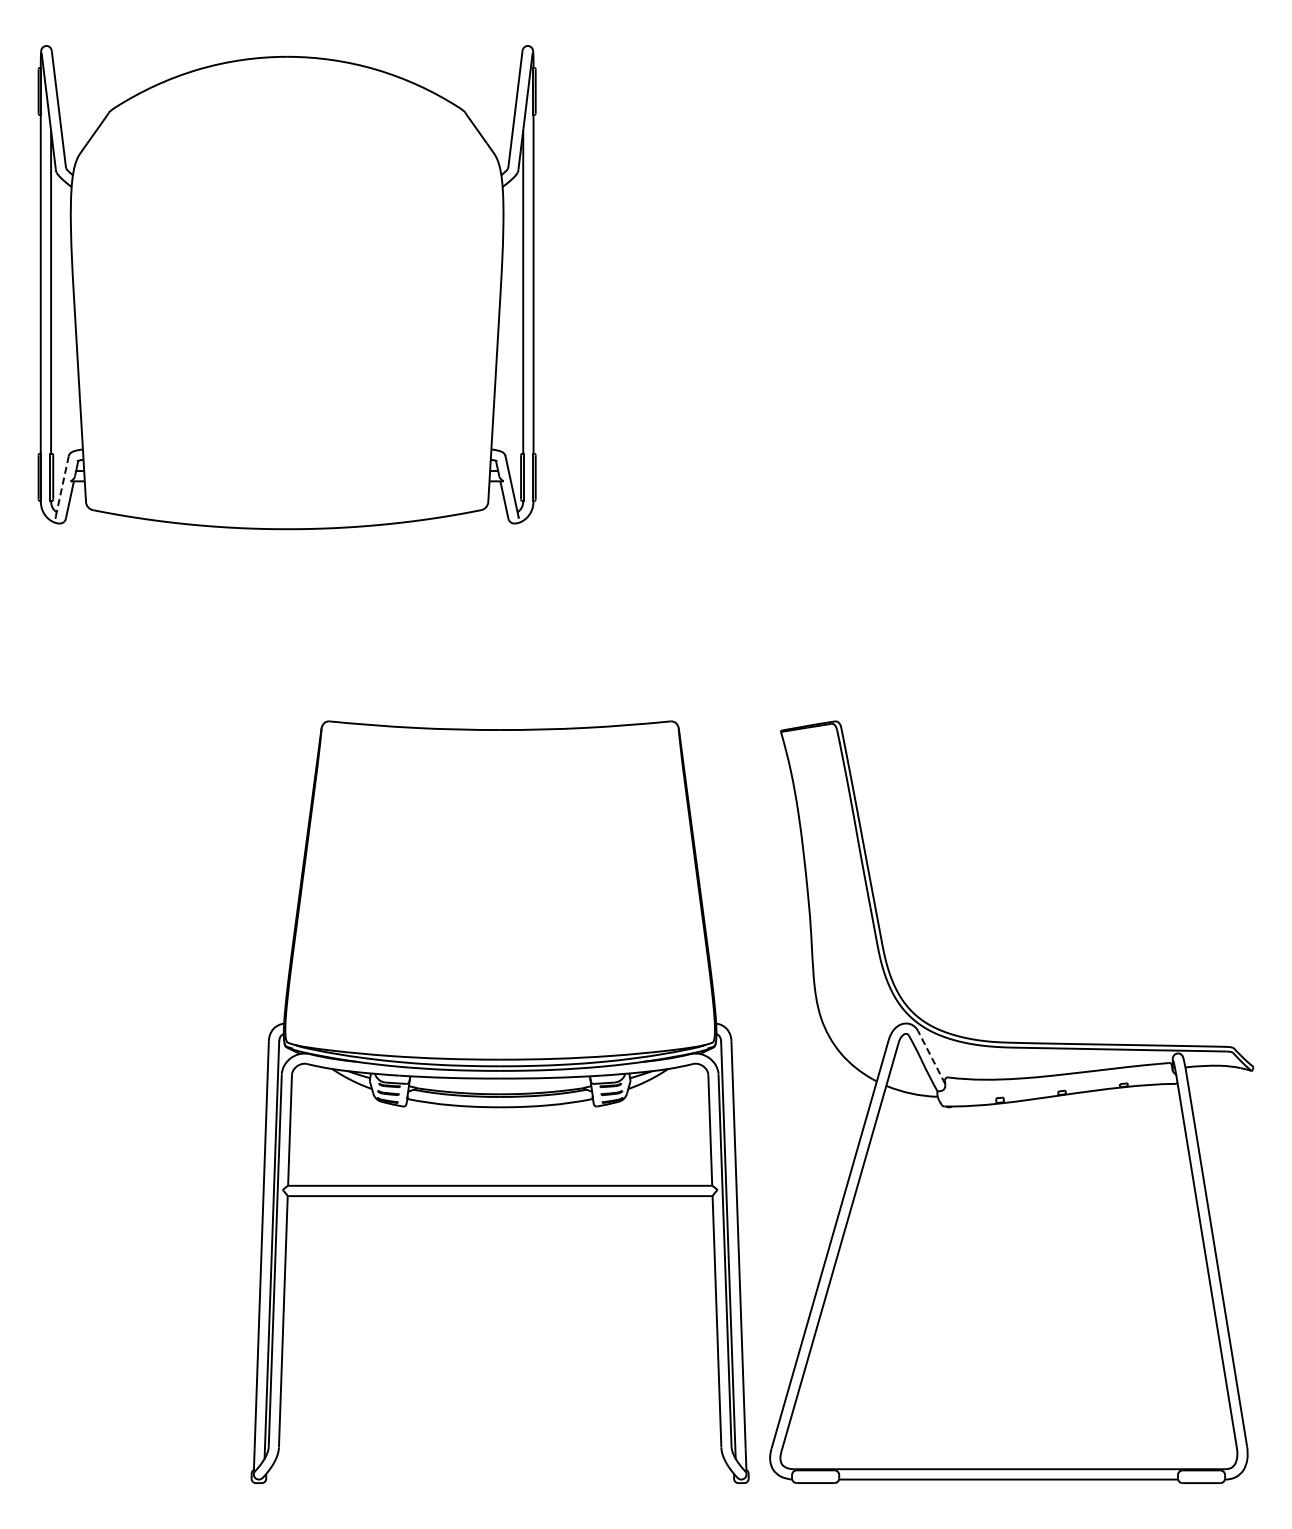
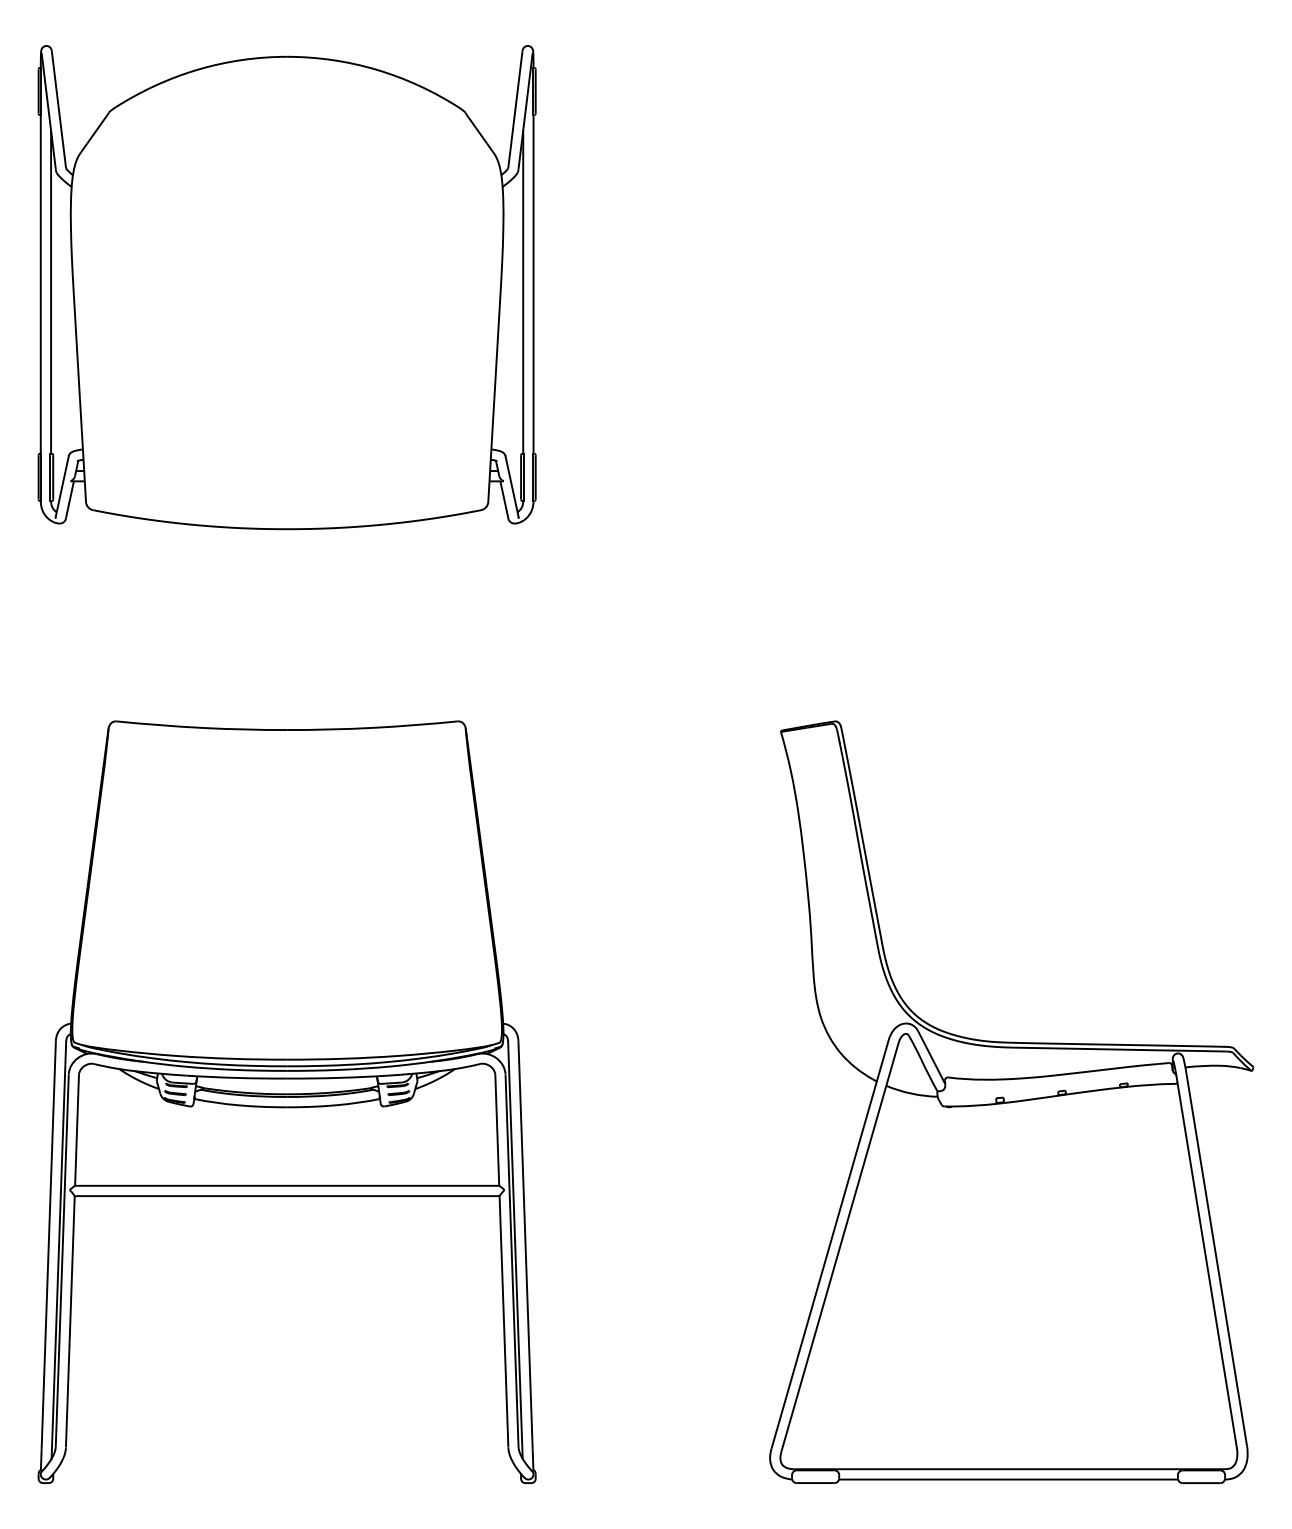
line at (62, 486): dashed -> solid
line at (931, 1057): dashed -> solid
part at (499, 1101) position: (499, 1101) -> (286, 1101)
